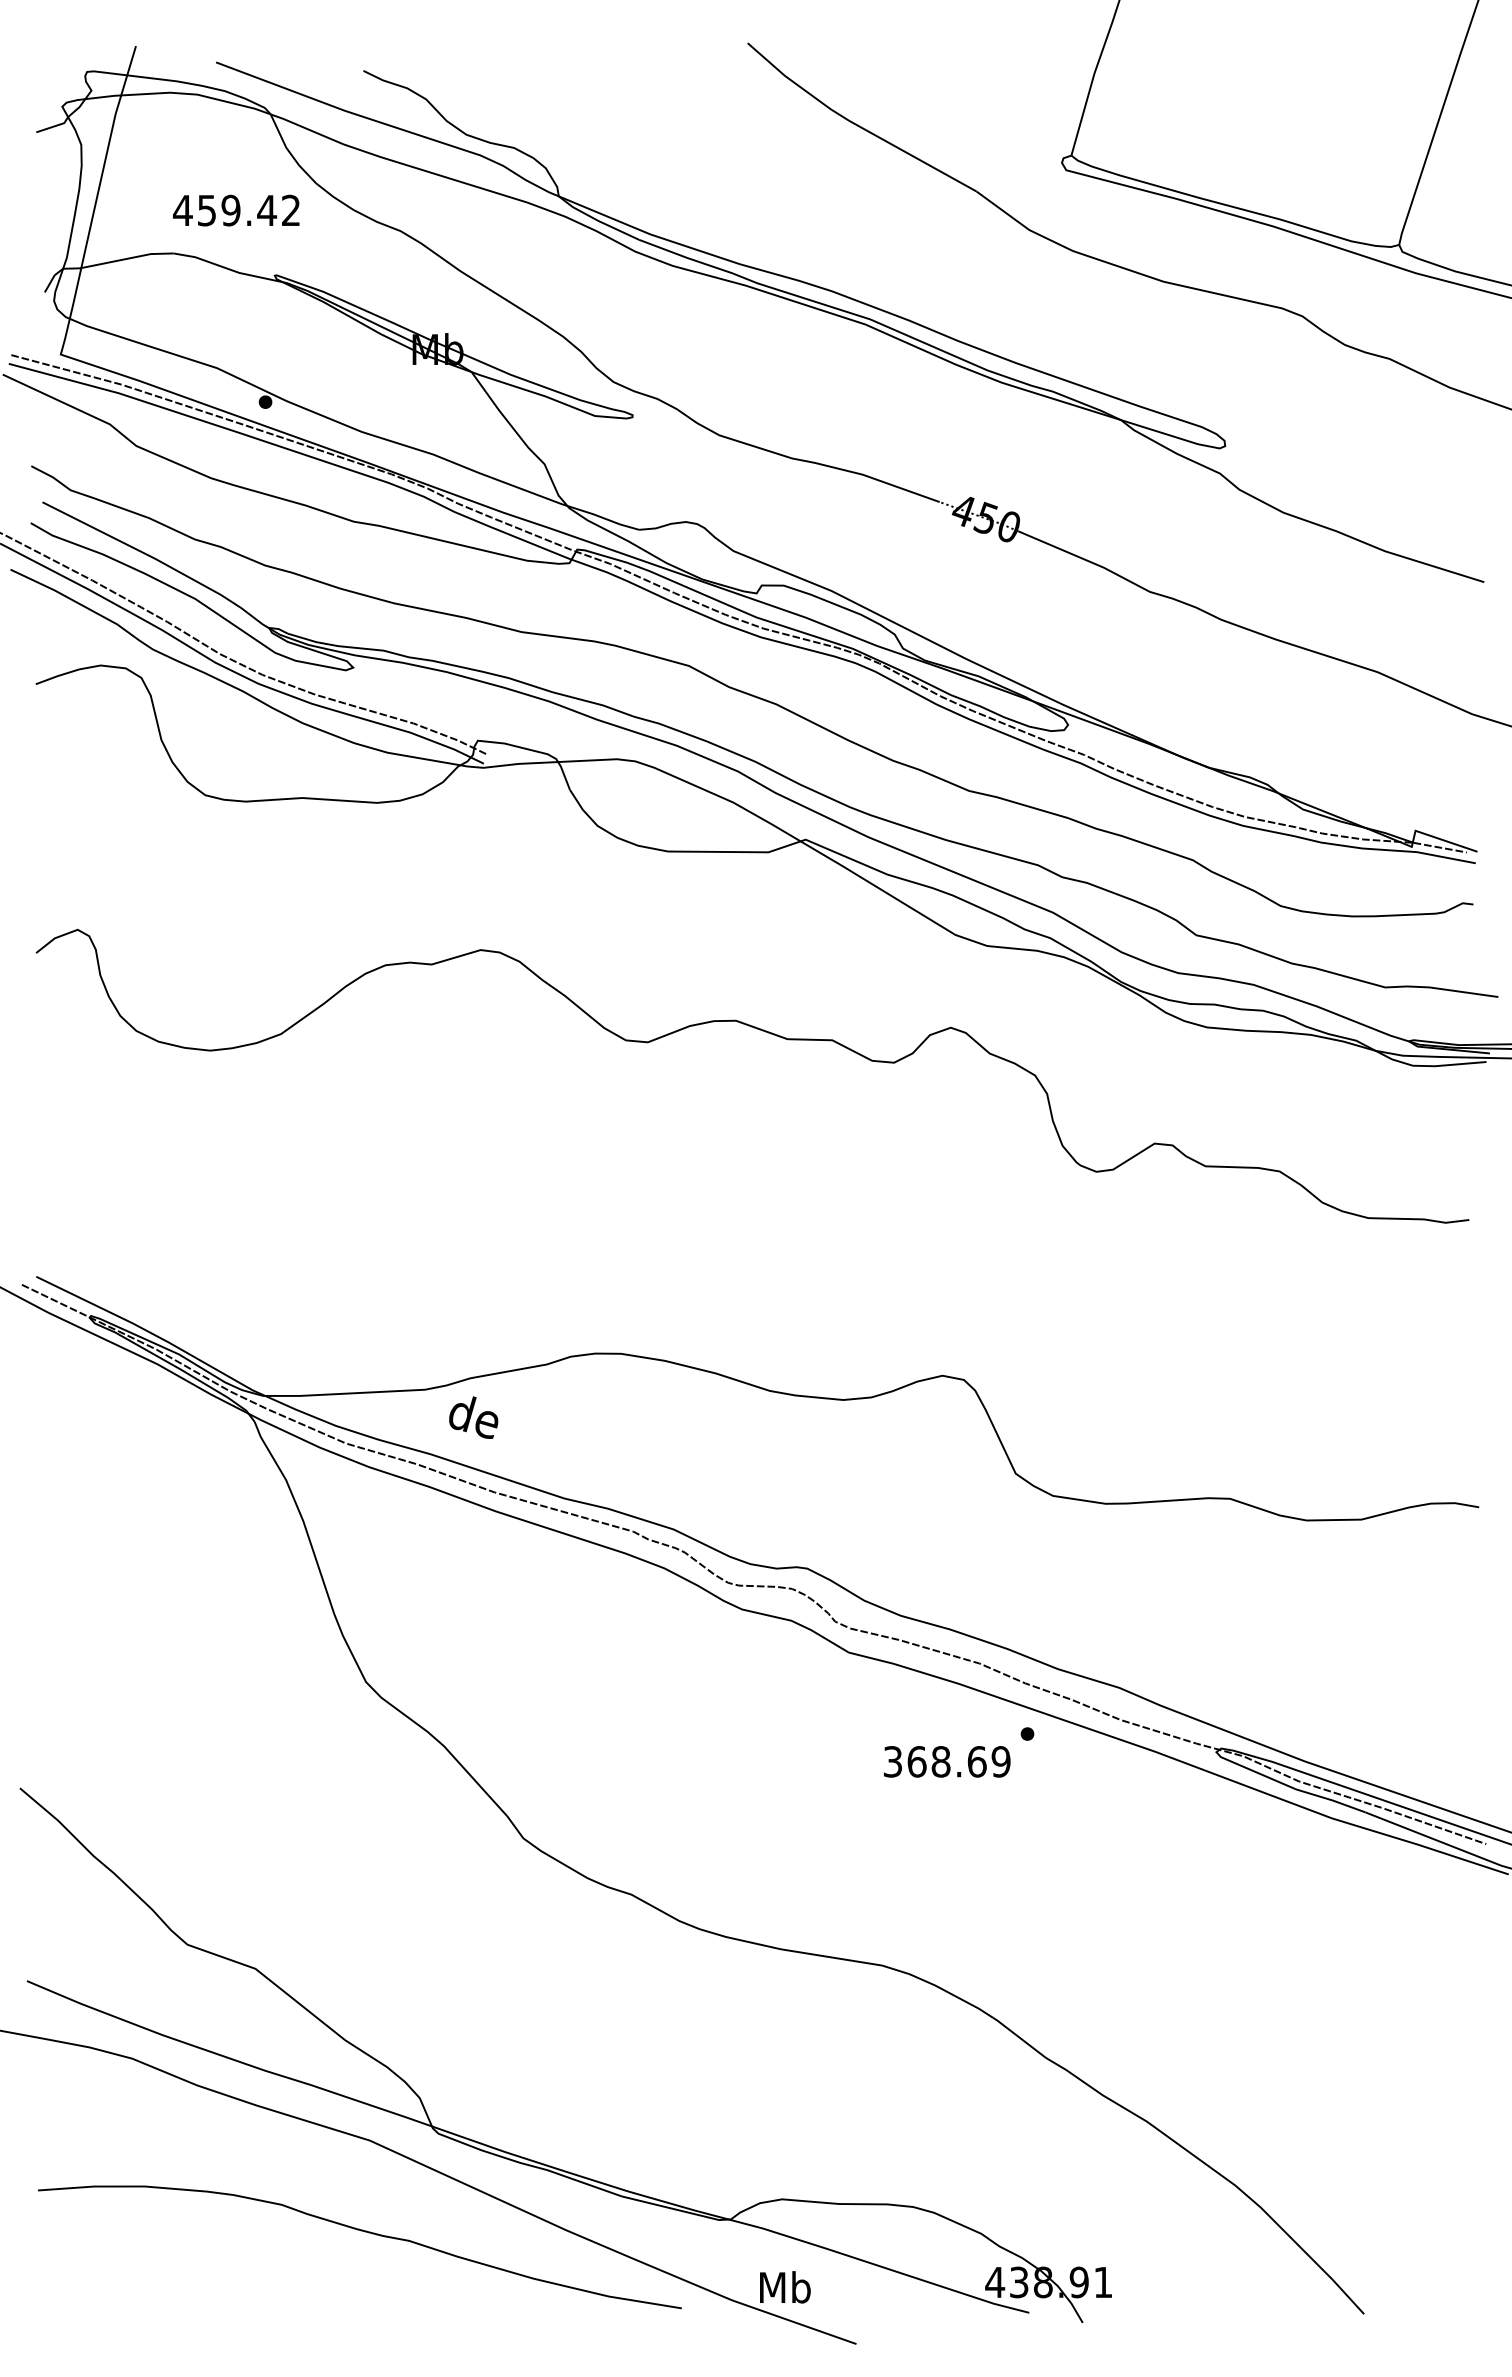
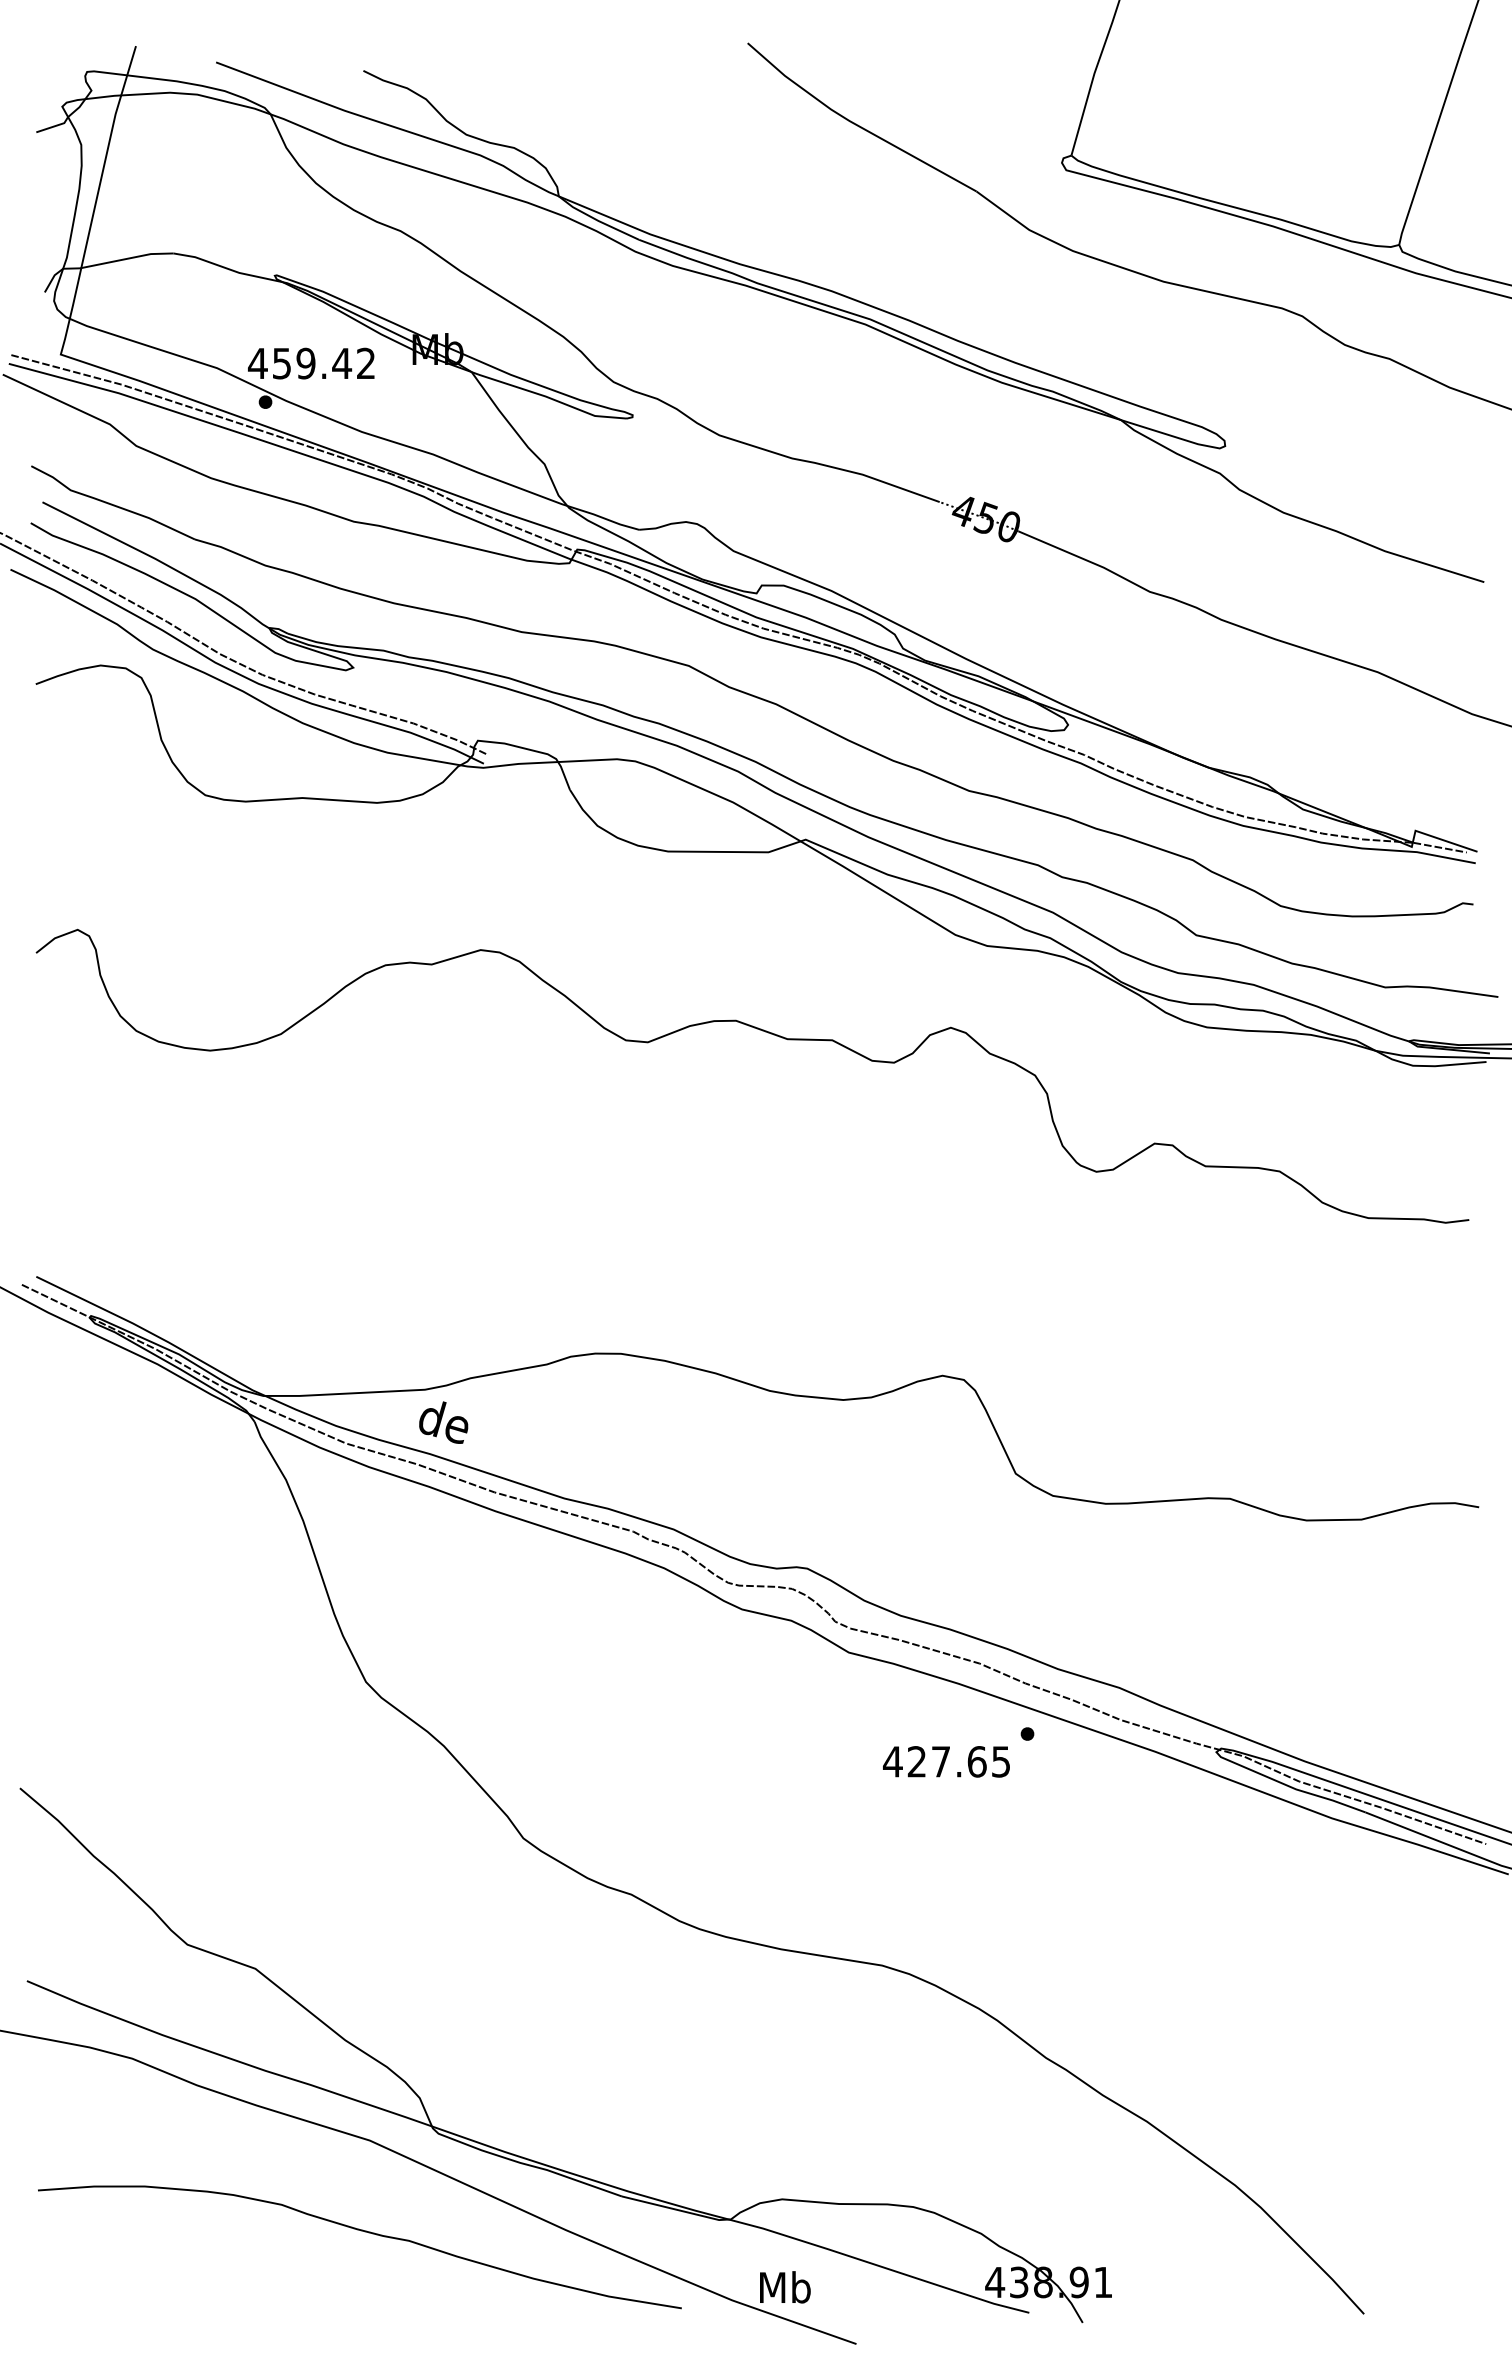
text at (236, 210) position: (236, 210) -> (311, 363)
text at (473, 1417) position: (473, 1417) -> (443, 1422)
text at (946, 1761): 368.69 -> 427.65
